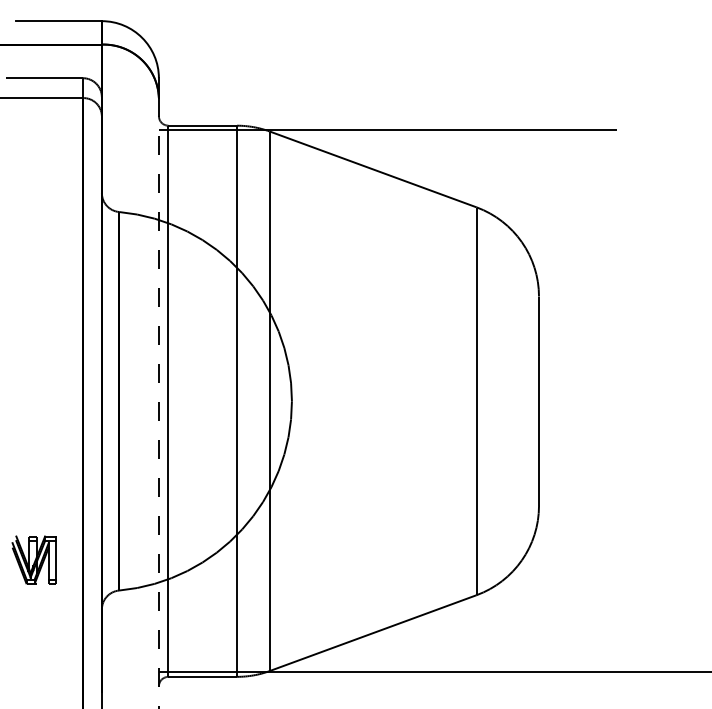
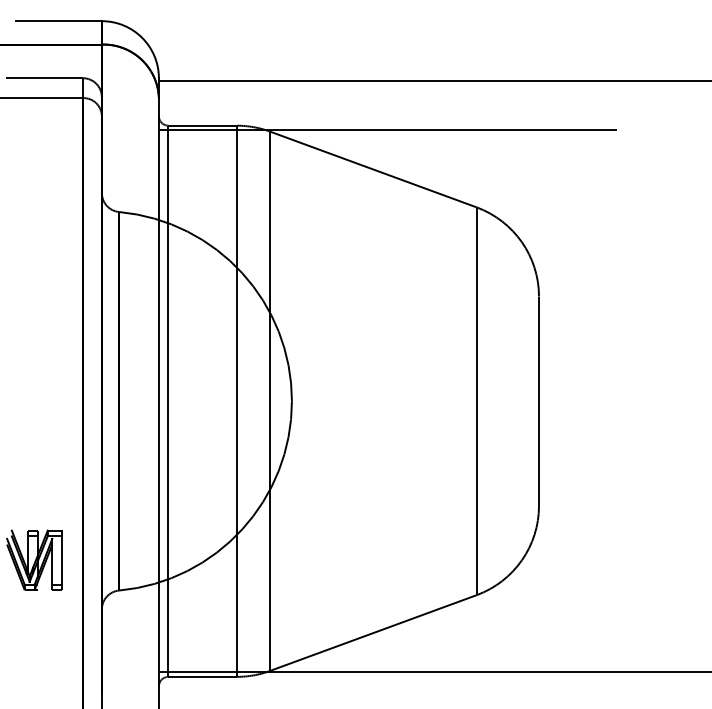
line at (433, 81): none -> present
line at (158, 403): dashed -> solid
part at (33, 559) size: 46x50 px -> 57x62 px
